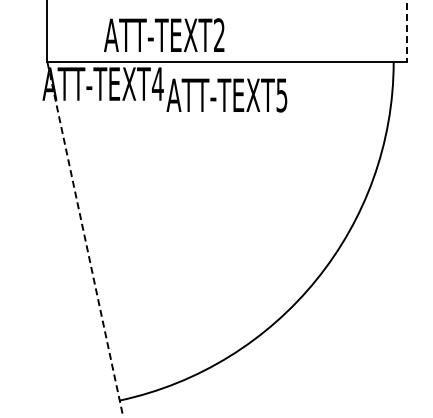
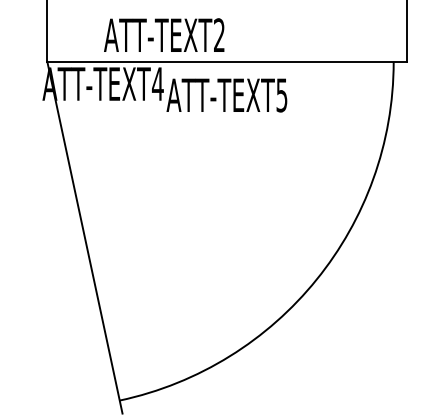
line at (407, 31): dashed -> solid
line at (84, 237): dashed -> solid
